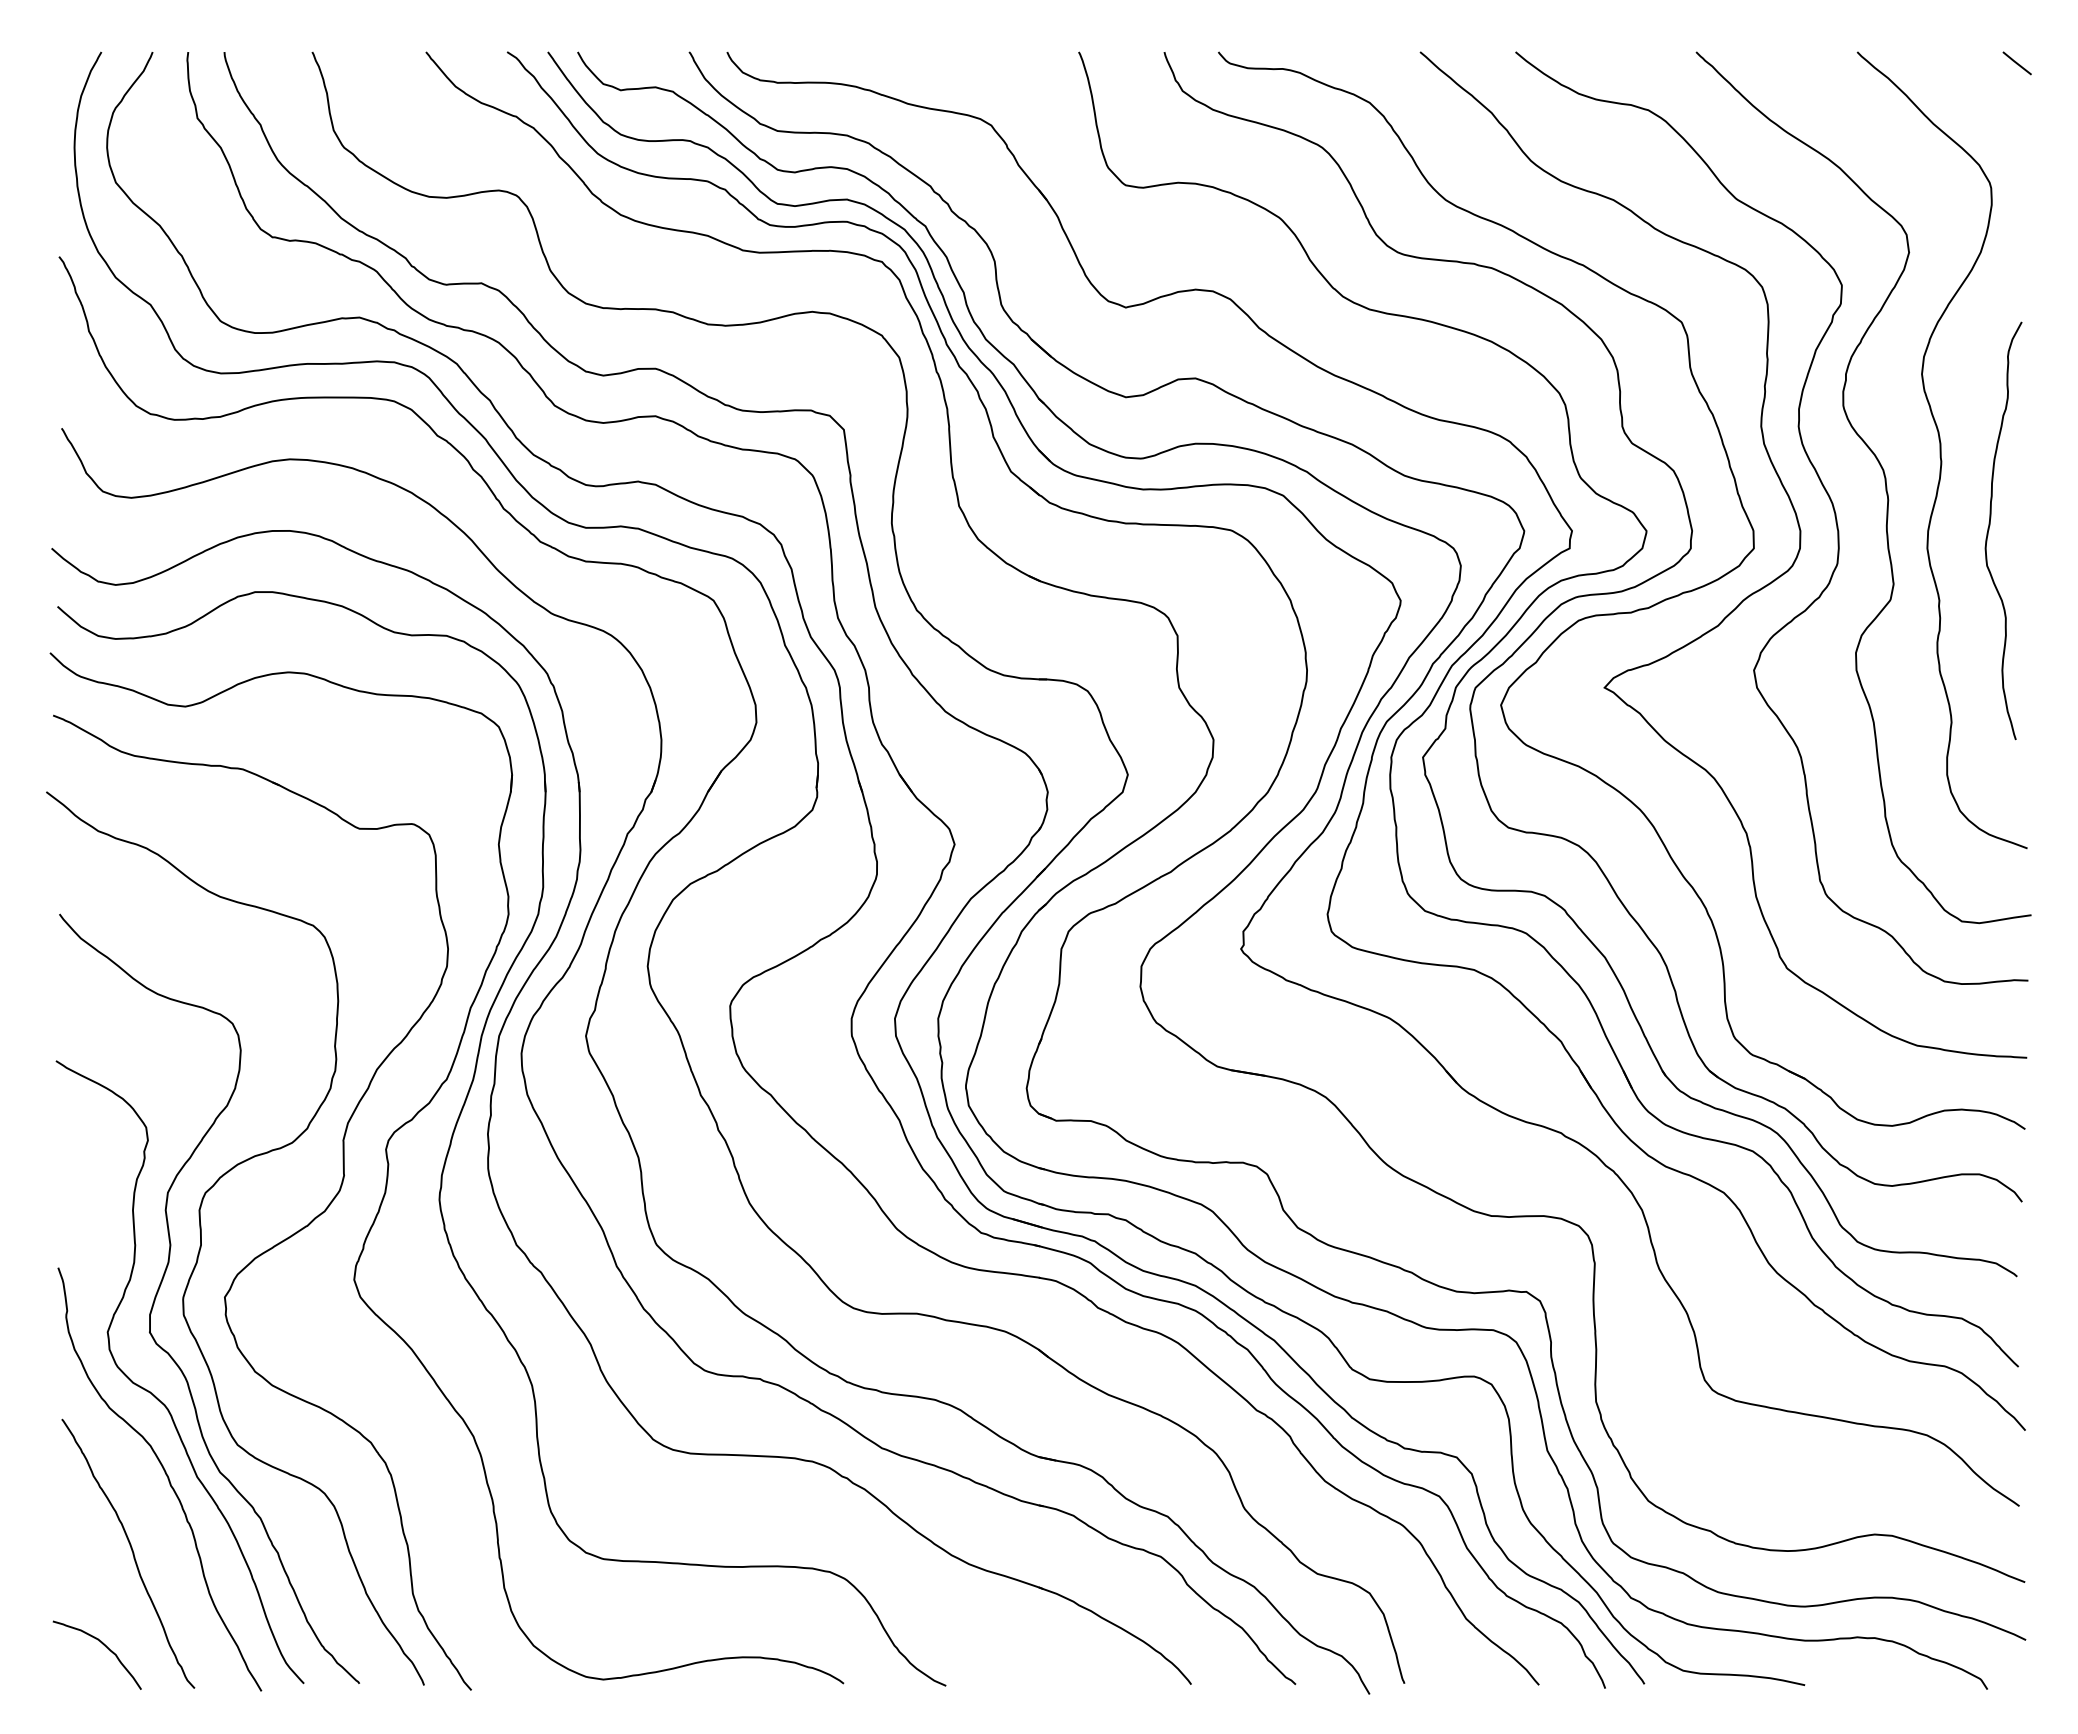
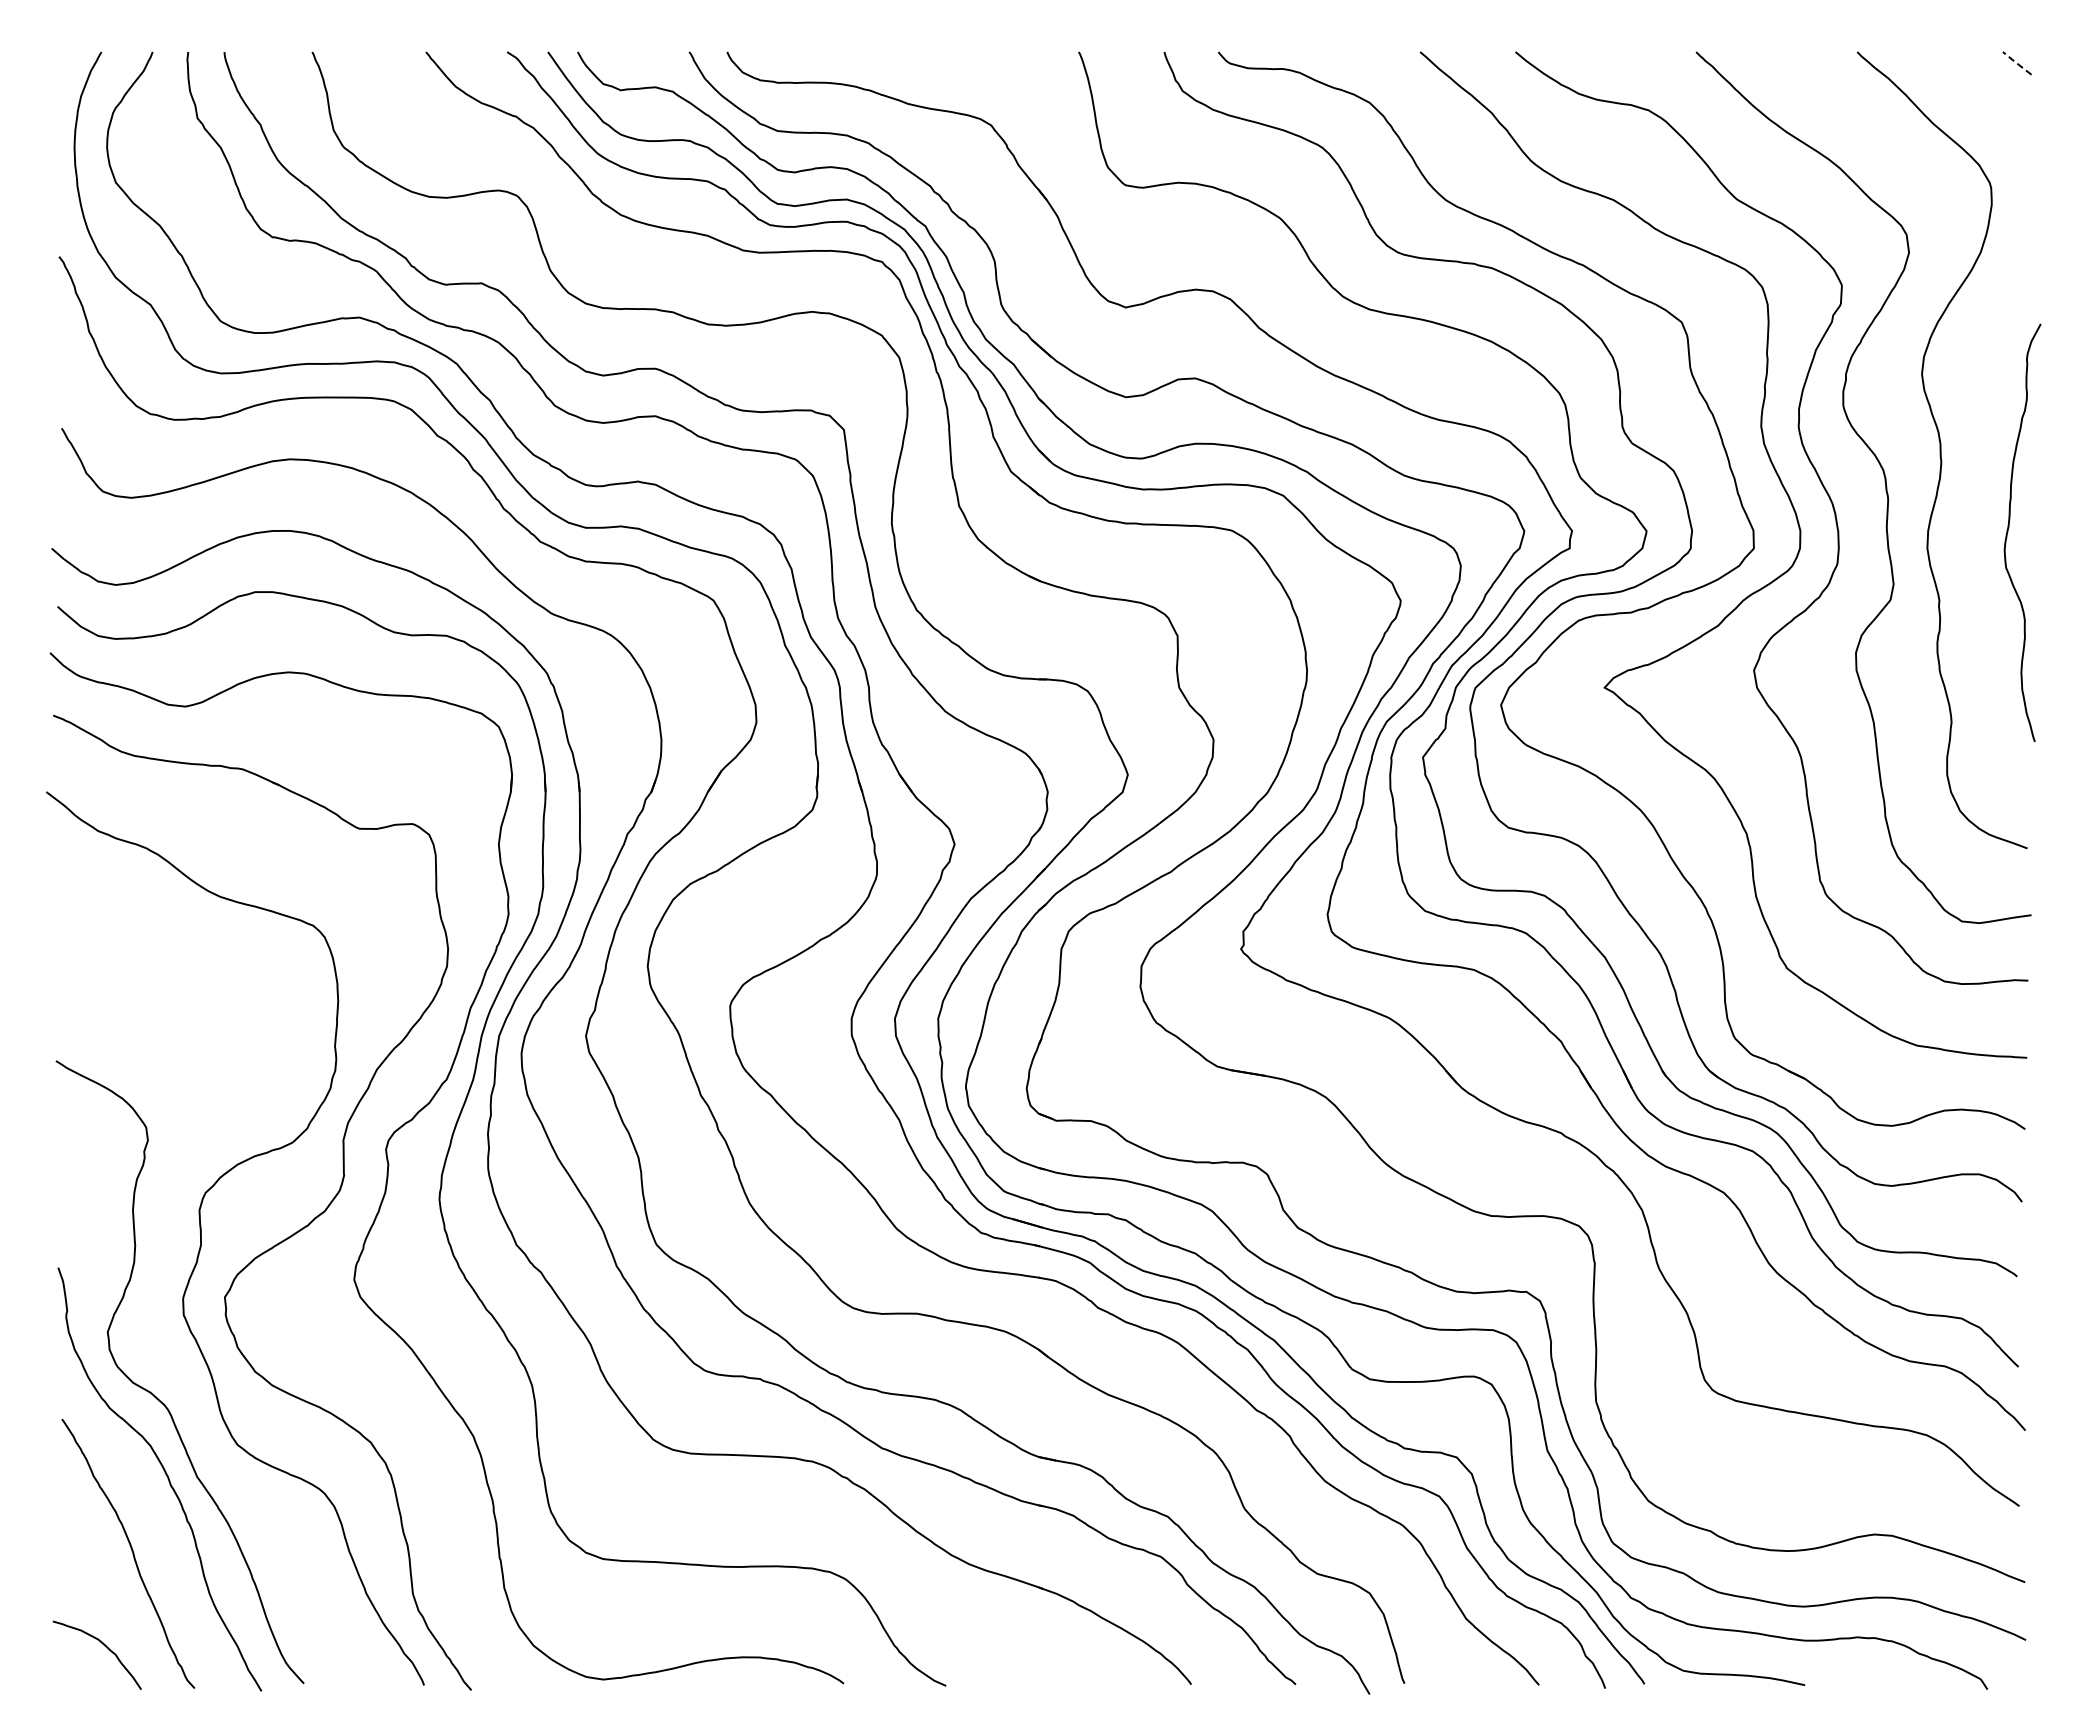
line at (2016, 62): solid -> dashed
curve at (1990, 525) position: (1990, 525) -> (2009, 527)
curve at (162, 1282): present -> none
